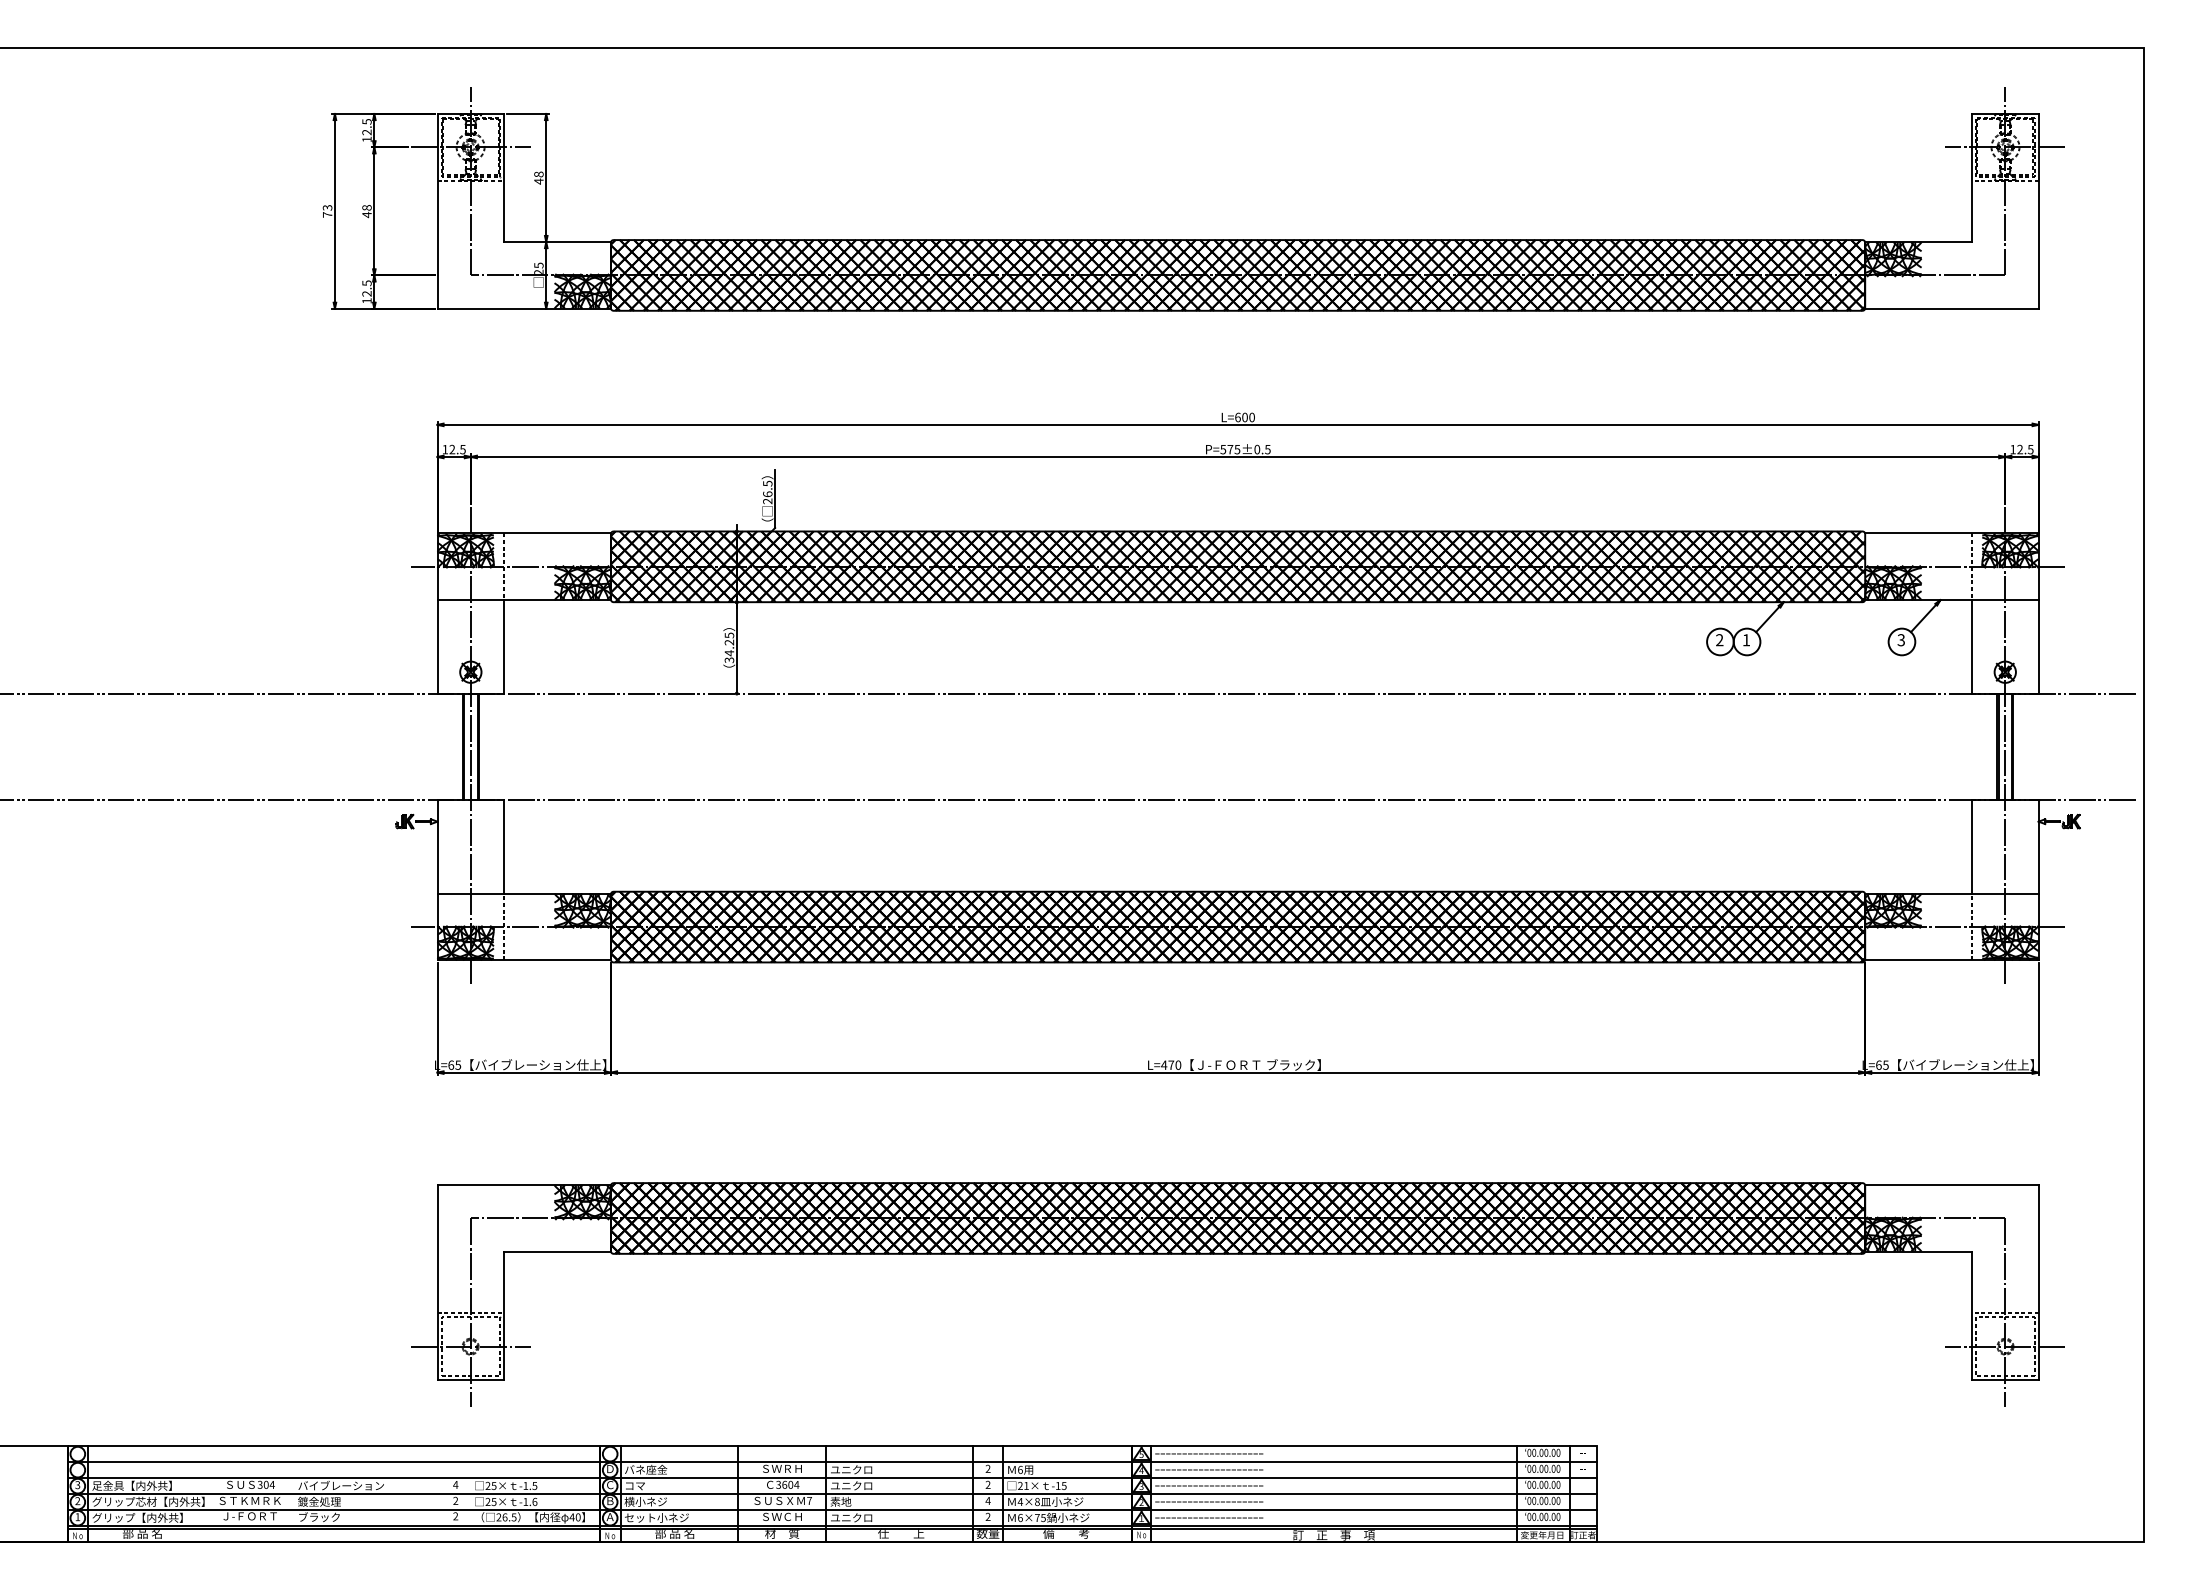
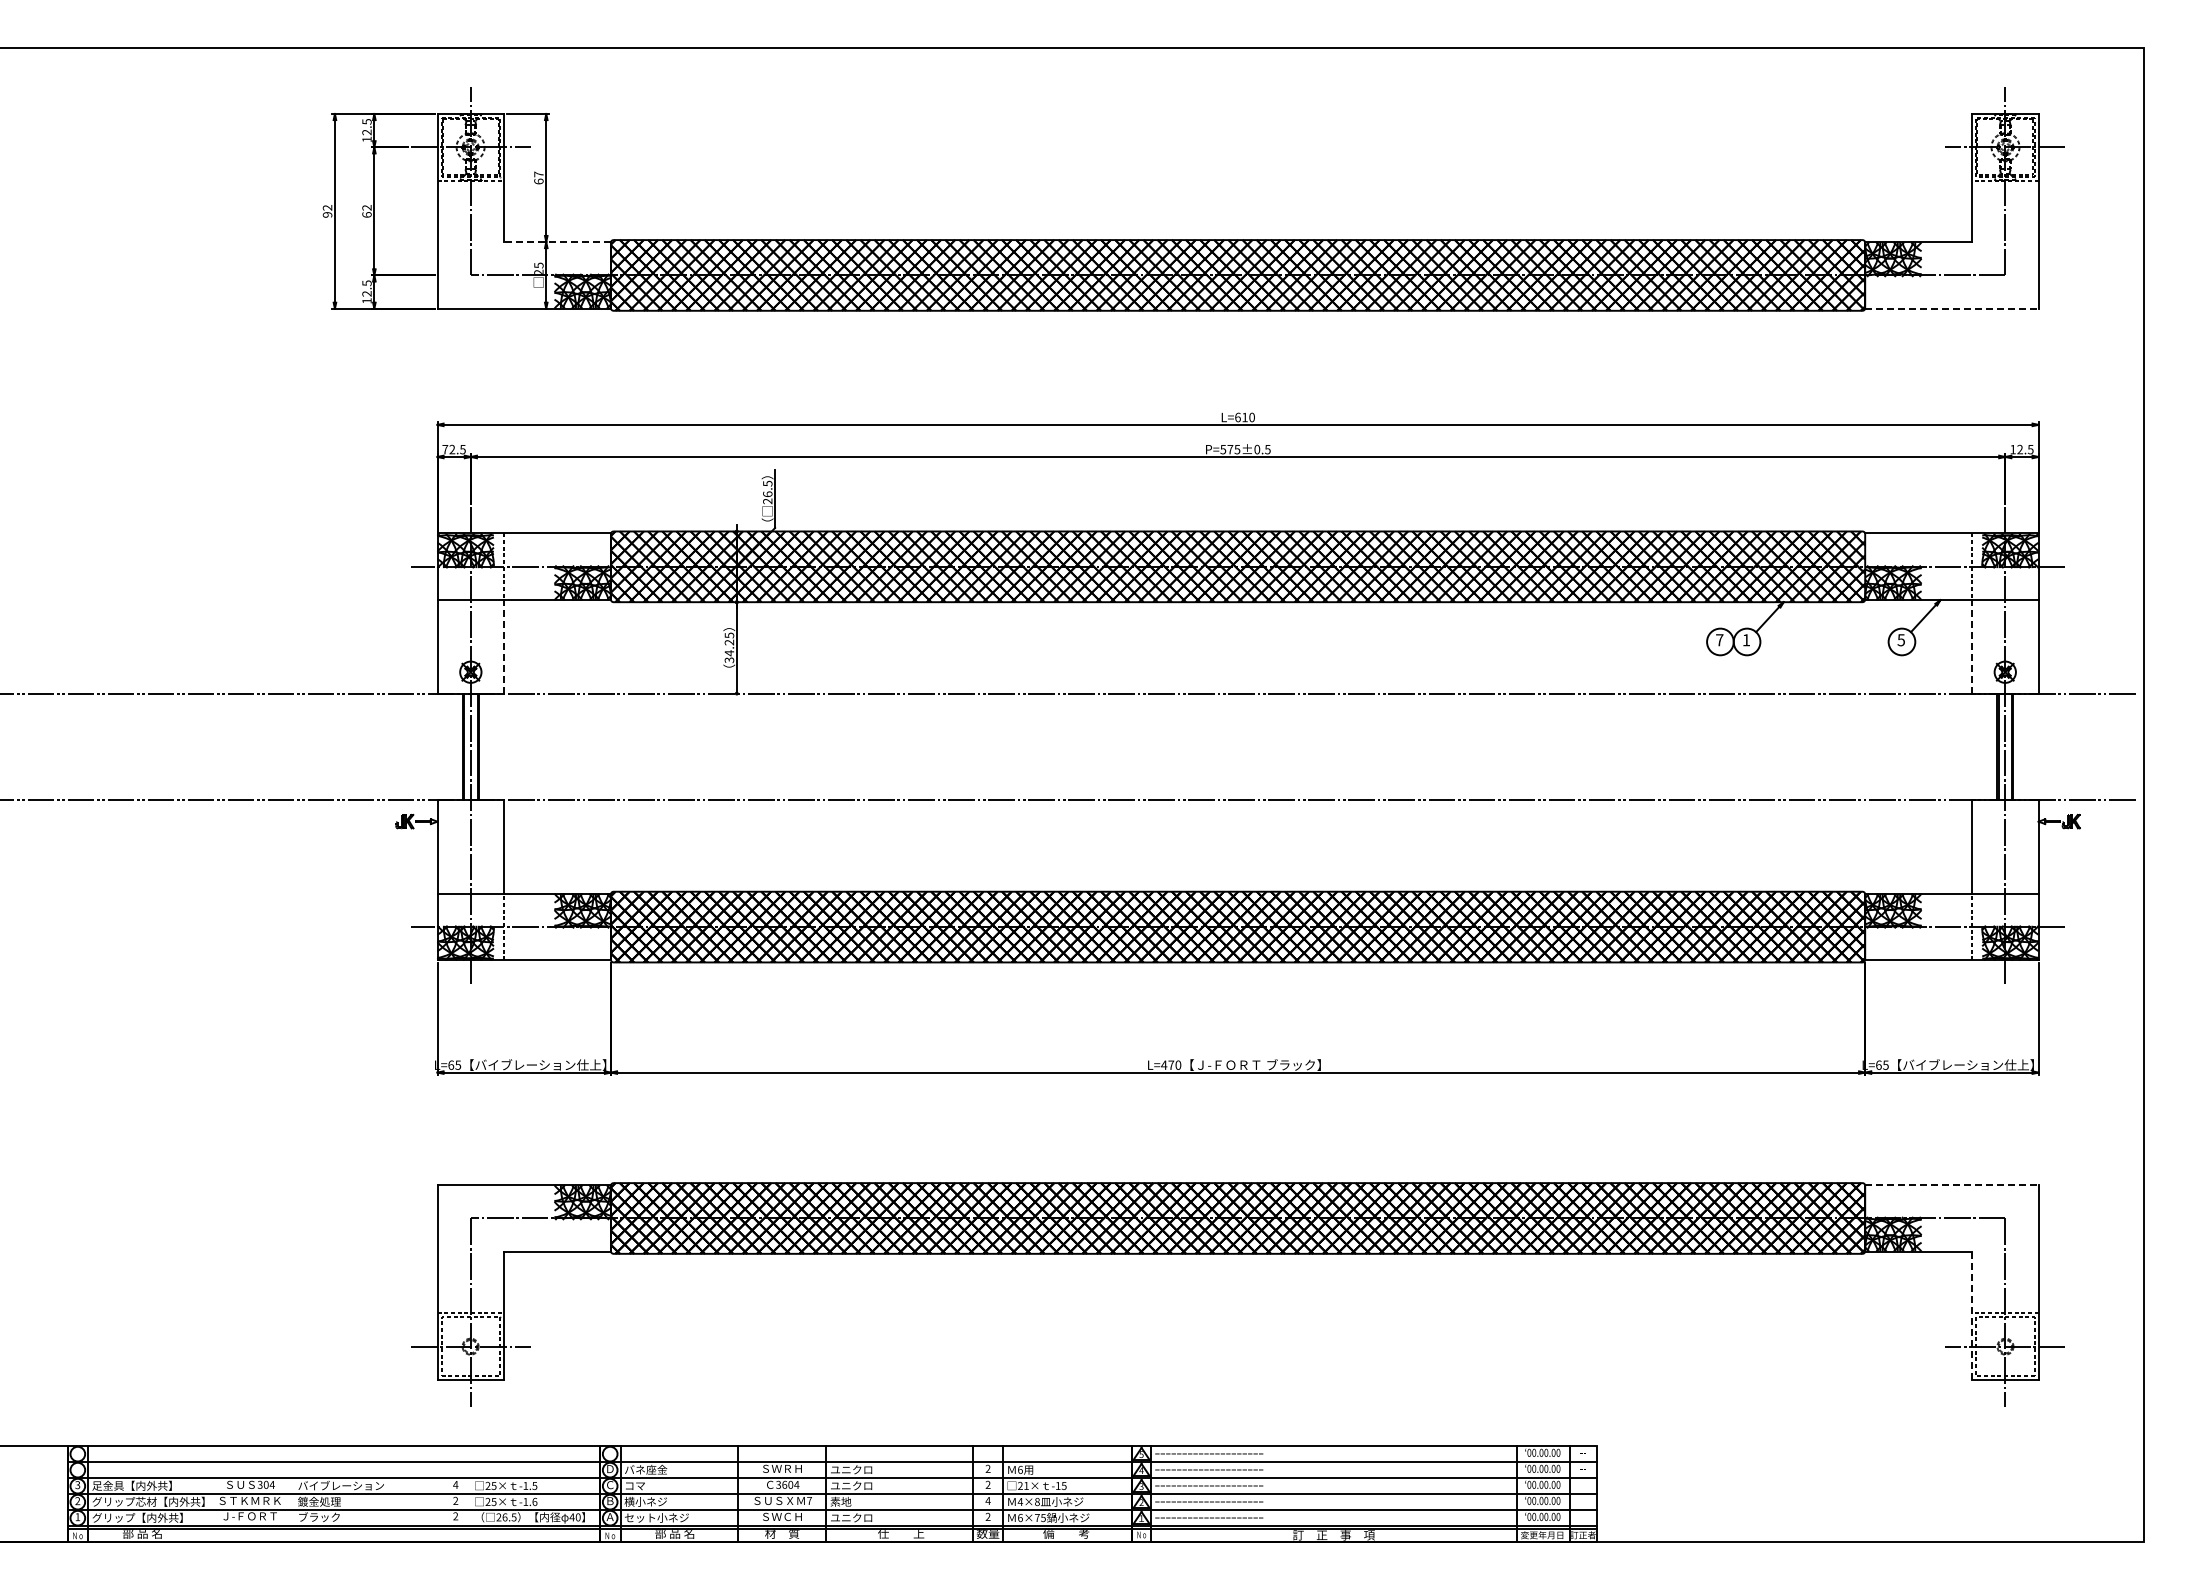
text at (538, 177): 48 -> 67
text at (327, 211): 73 -> 92
text at (366, 211): 48 -> 62
line at (557, 242): solid -> dashed
line at (1951, 308): solid -> dashed
text at (1244, 417): L=600 -> L=610
text at (445, 449): 12.5 -> 72.5
text at (1901, 639): 3 -> 5
text at (1719, 640): 2 -> 7
line at (504, 646): solid -> dashed
line at (1971, 646): solid -> dashed
line at (1951, 1185): solid -> dashed
line at (1971, 1315): solid -> dashed
